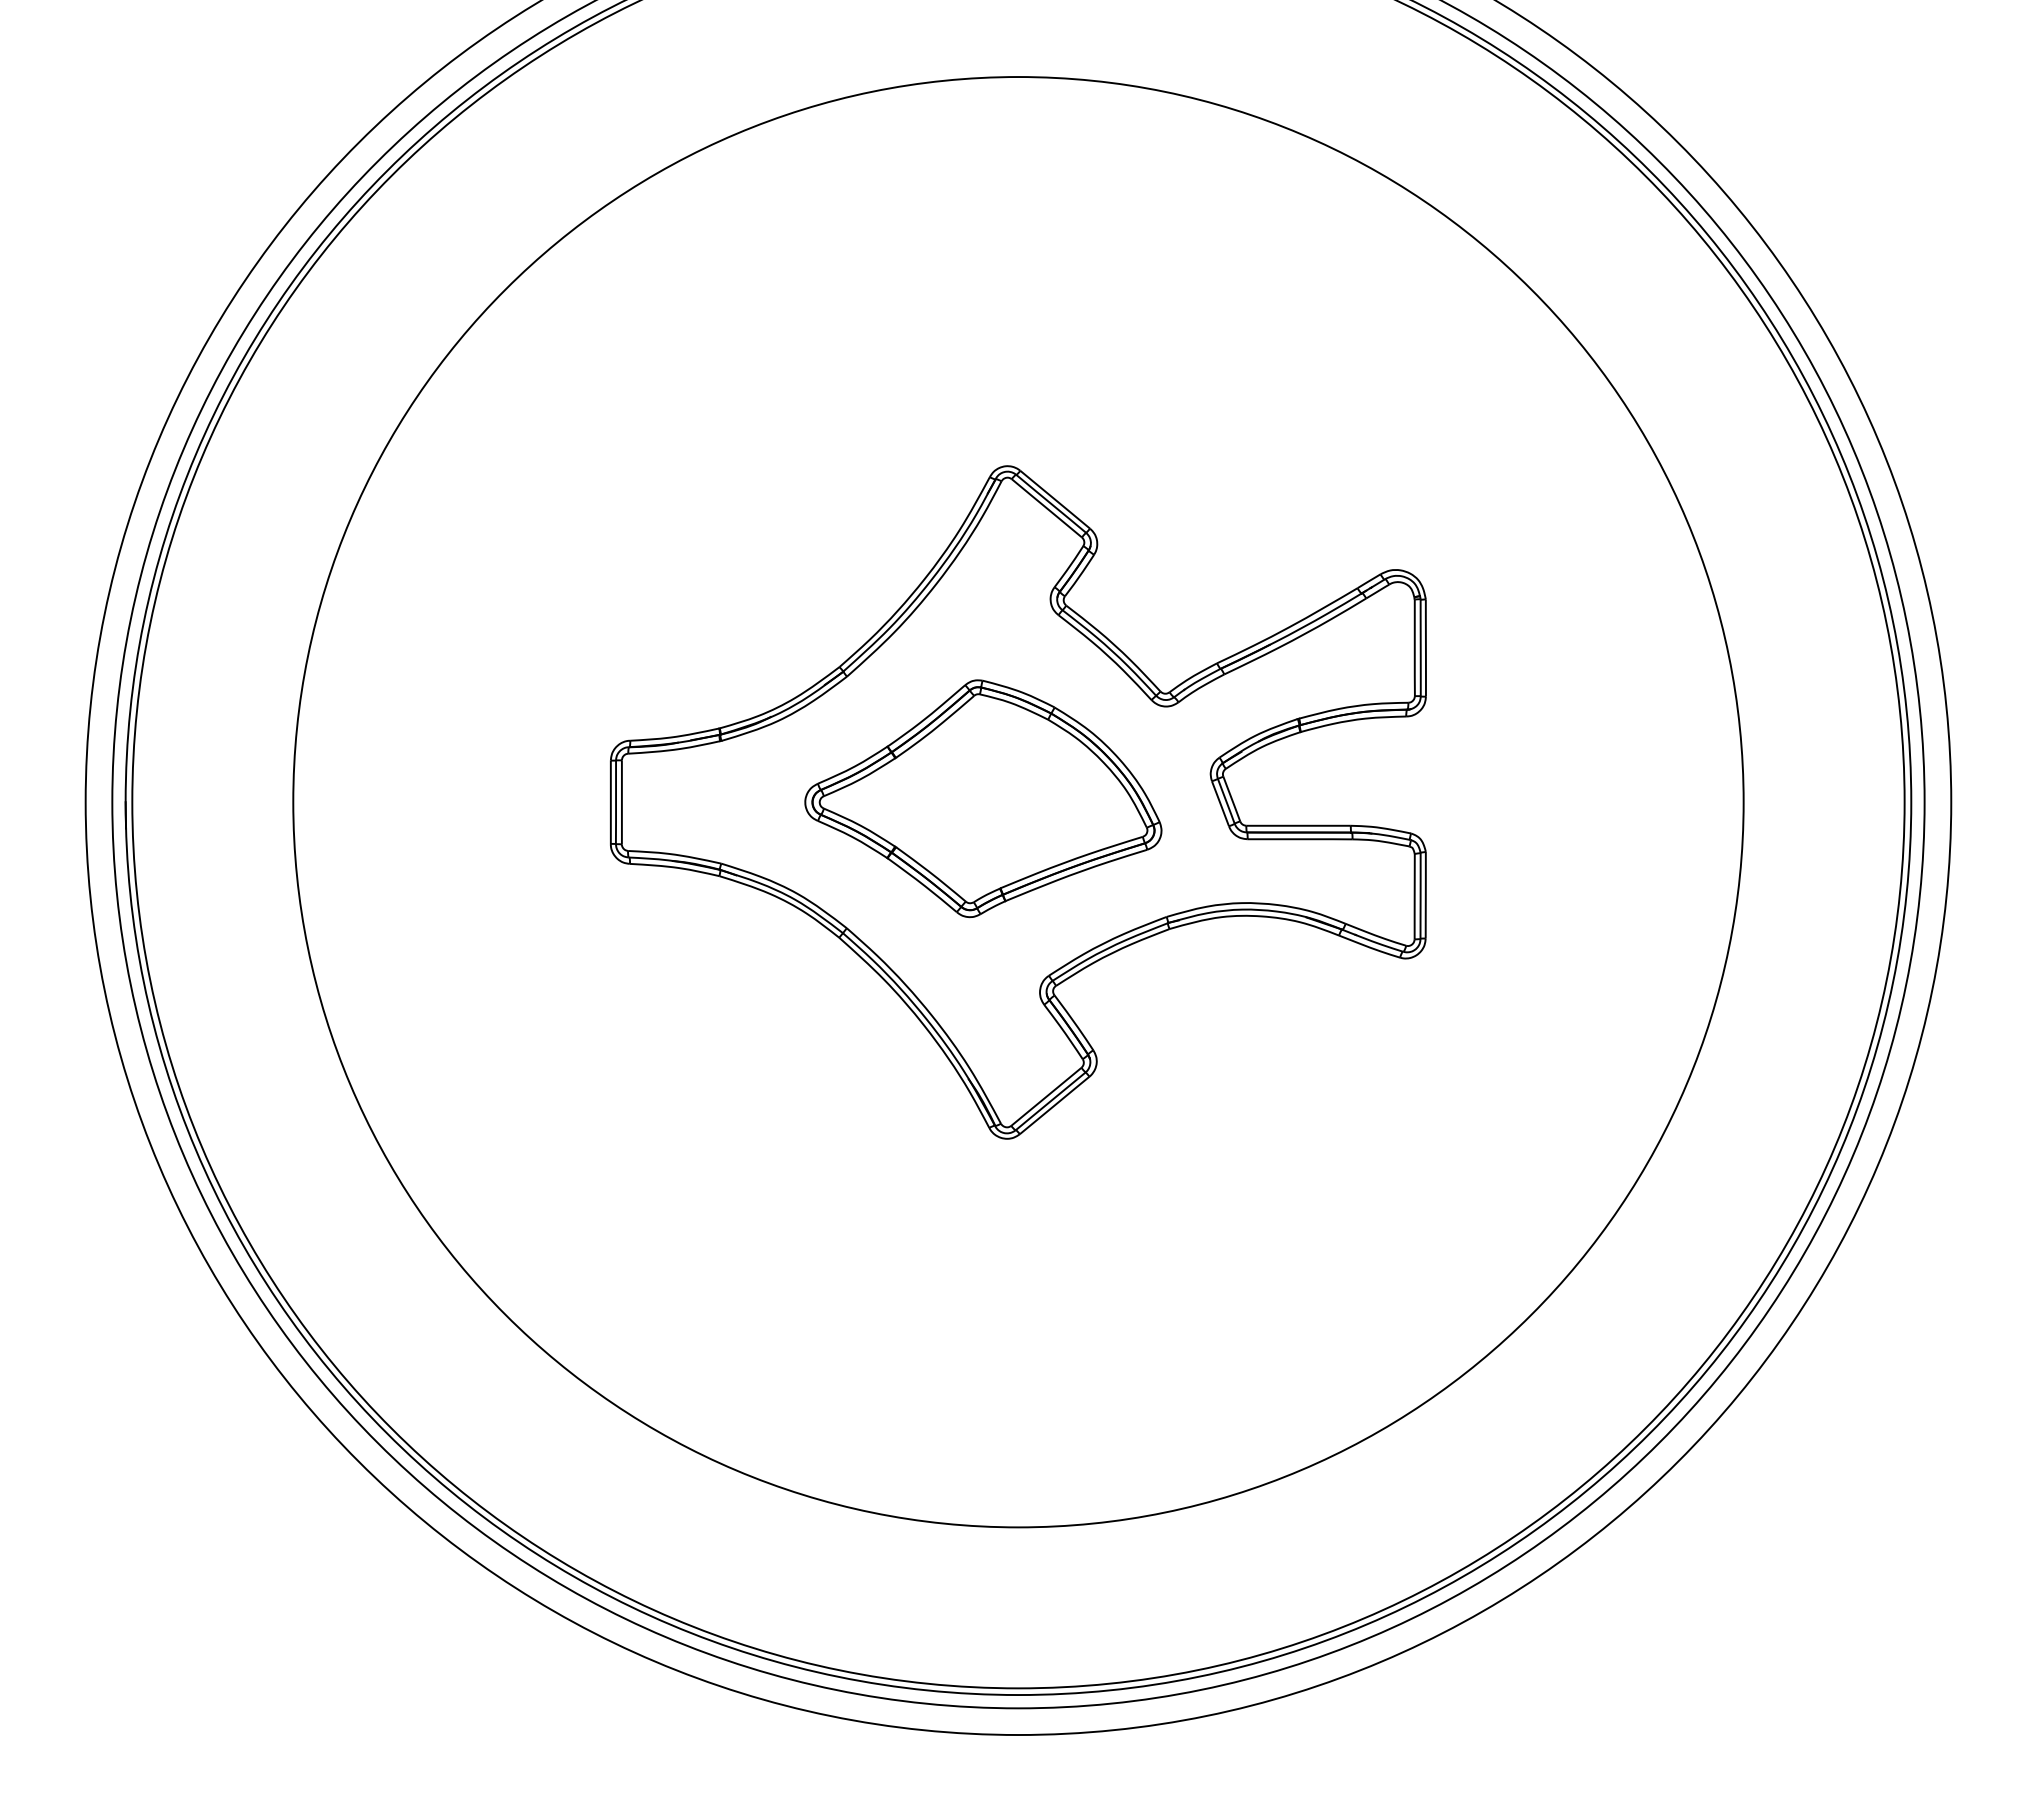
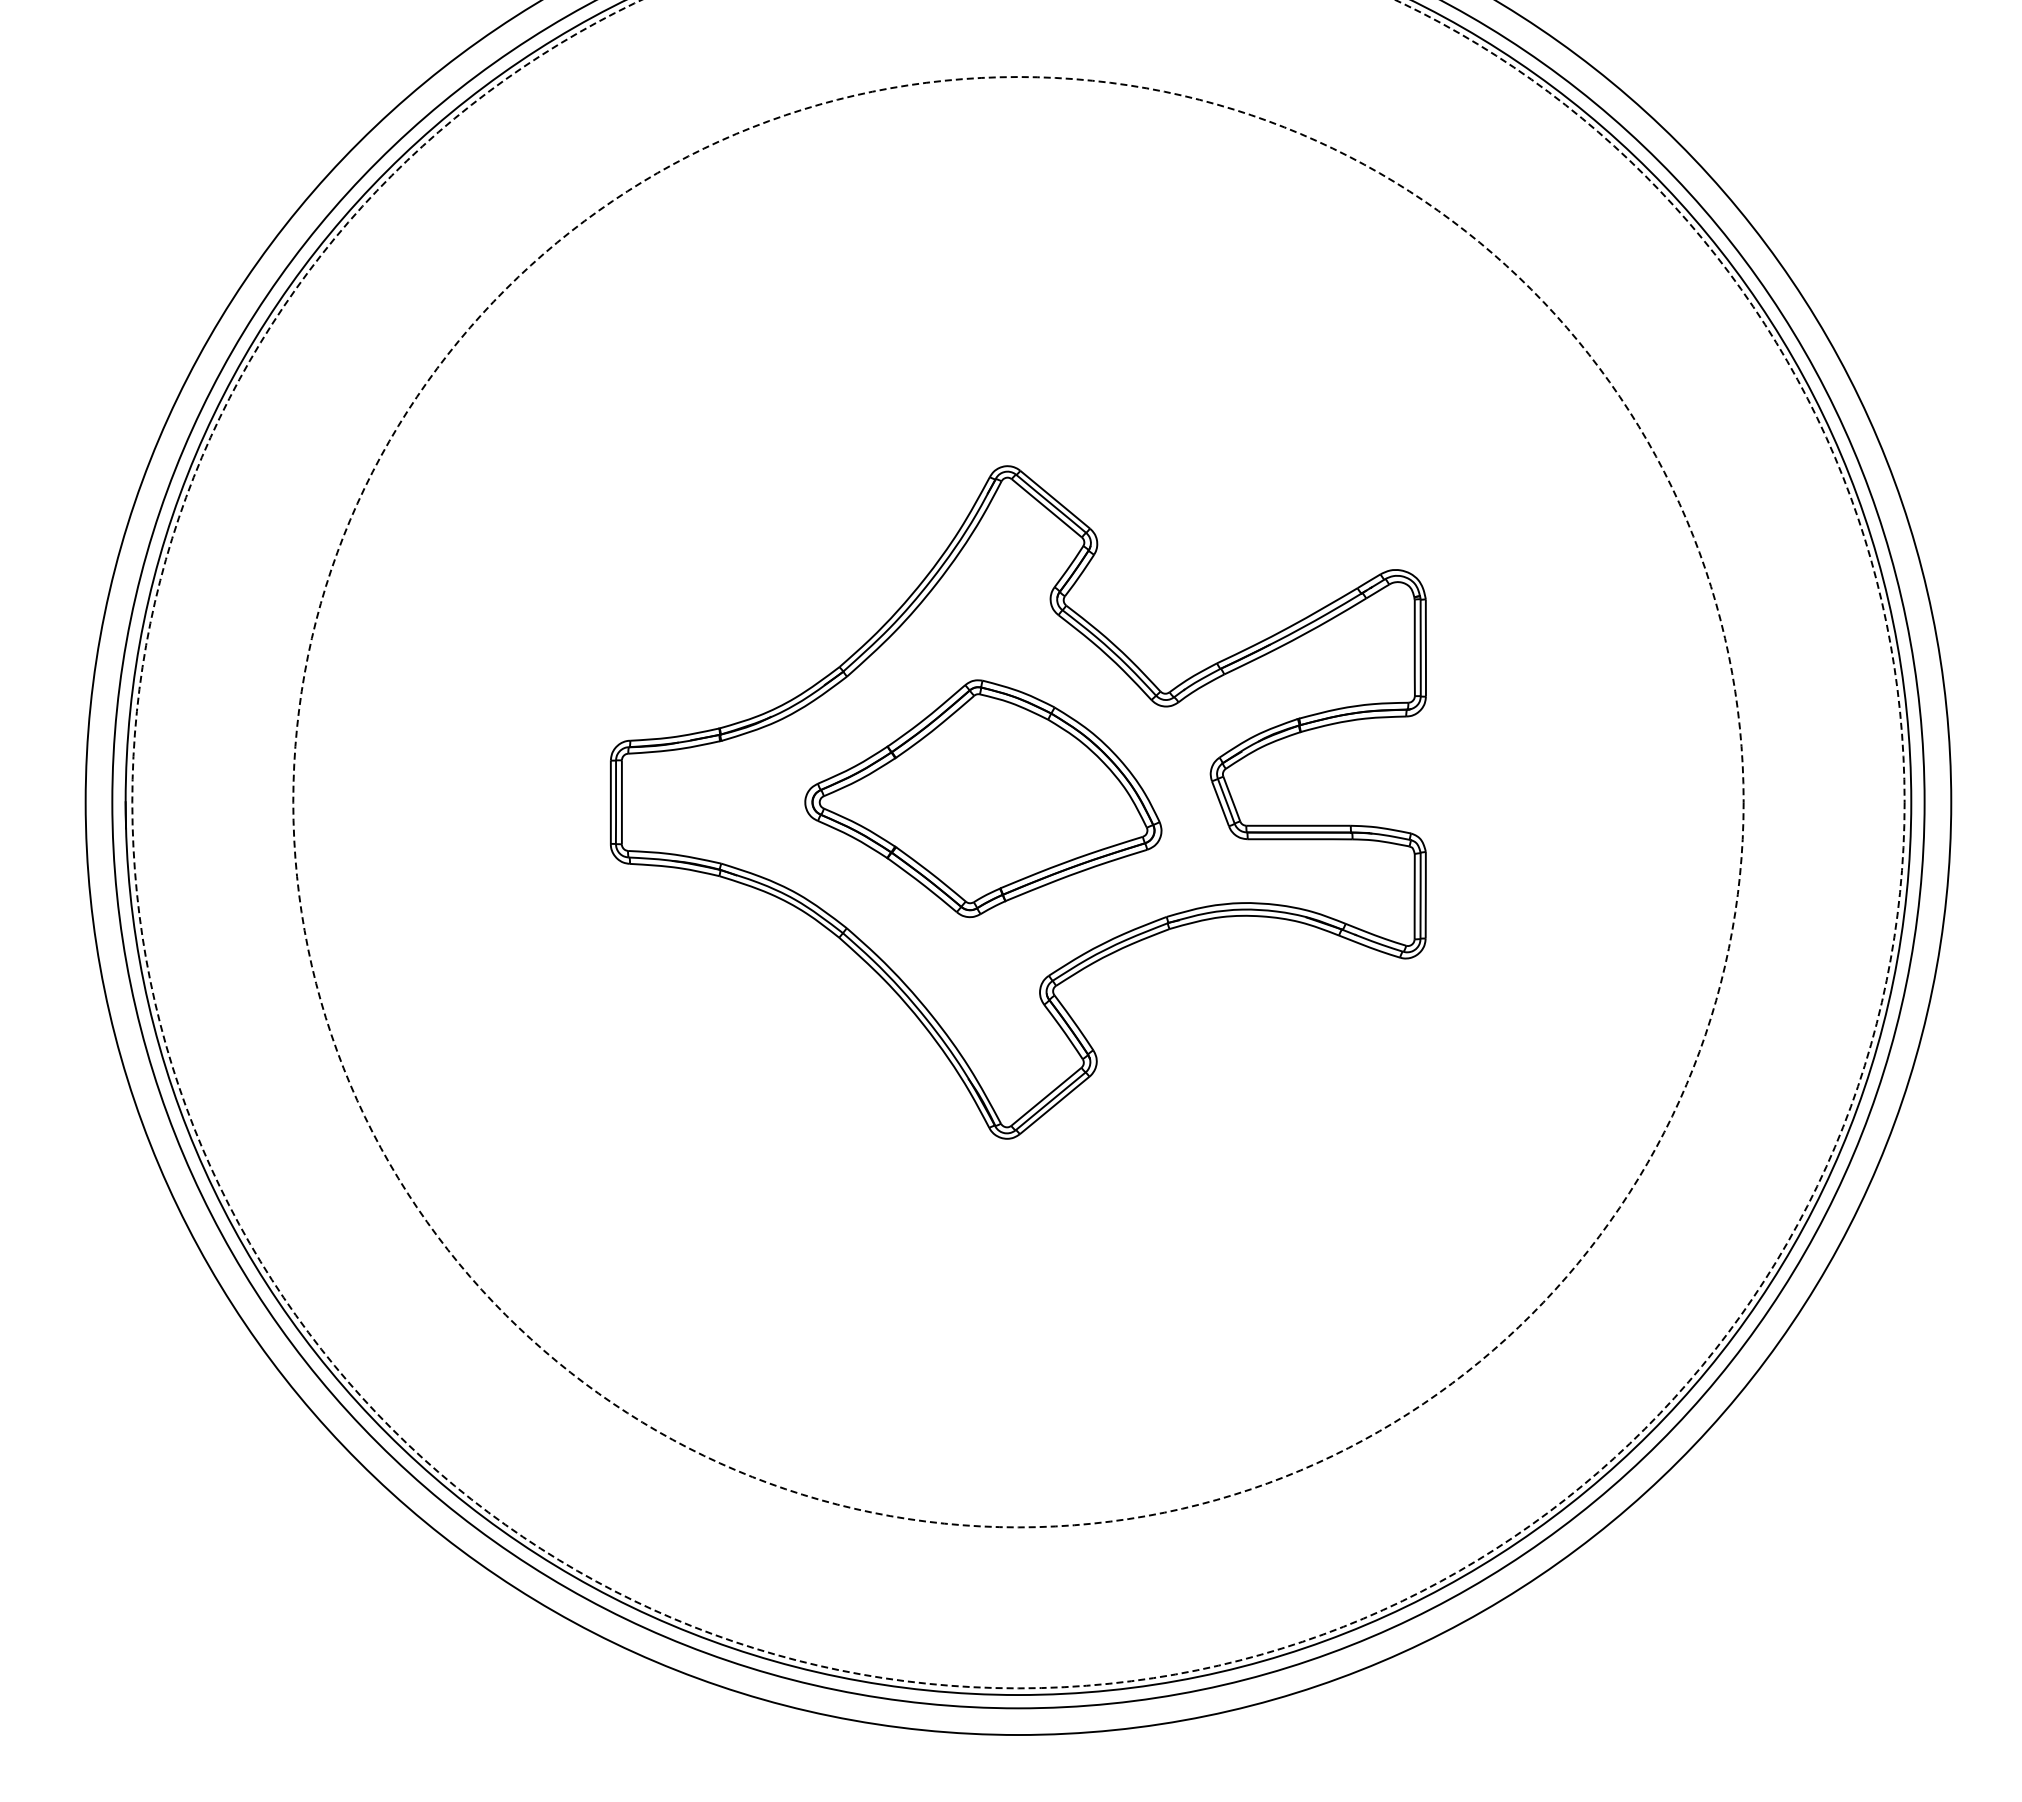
circle at (1018, 802): solid -> dashed
circle at (1018, 844): solid -> dashed
